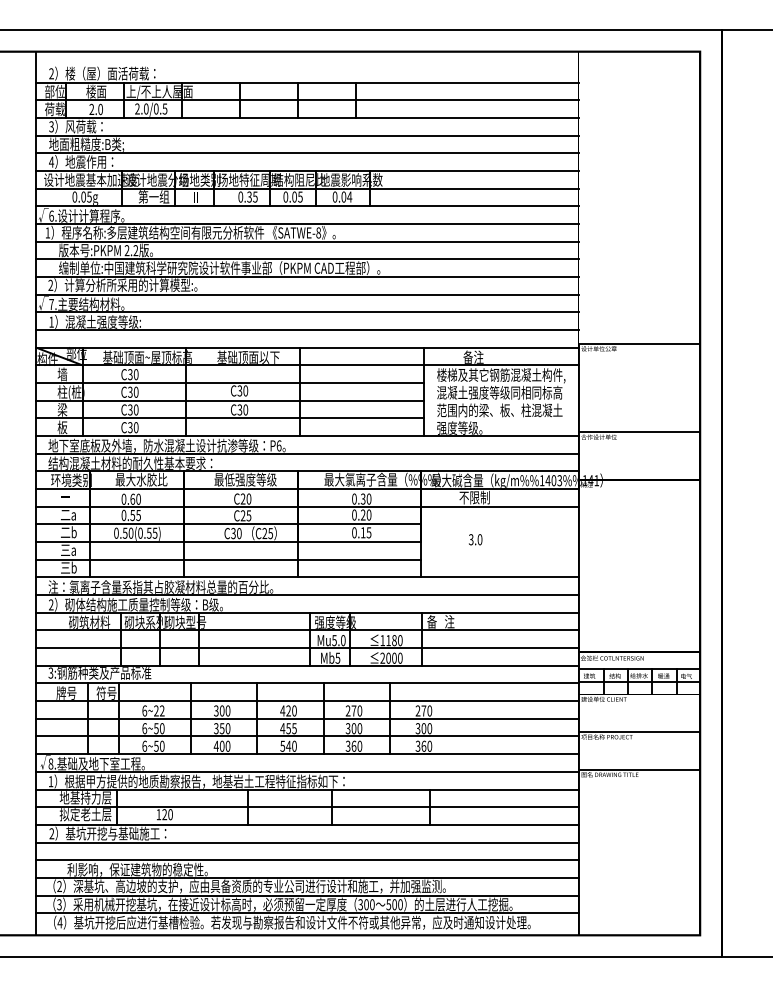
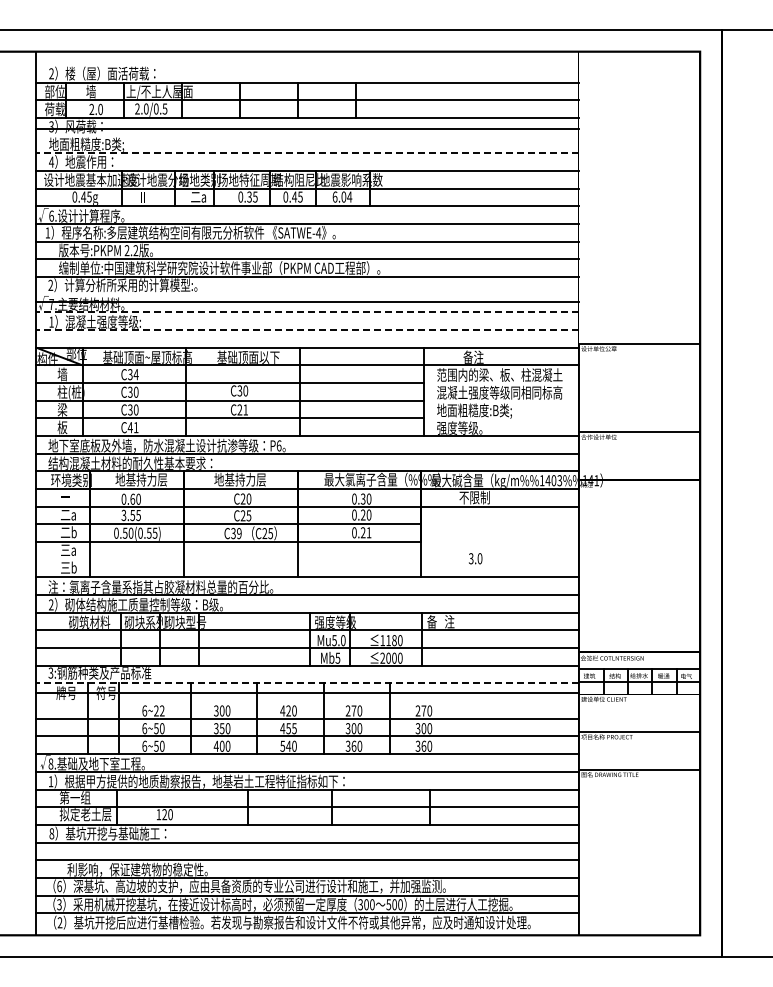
text at (96, 91): 楼面 -> 墙
line at (307, 135) position: (307, 135) -> (307, 128)
line at (306, 153): solid -> dashed
text at (83, 196): 0.05g -> 0.45g
text at (153, 196): 第一组 -> Ⅱ
text at (294, 196): 0.05 -> 0.45
text at (334, 196): 0.04 -> 6.04
text at (198, 197): Ⅱ -> 二a
text at (318, 232): SATWE-8 -> SATWE-4
line at (307, 294) position: (307, 294) -> (307, 301)
line at (306, 312): solid -> dashed
line at (306, 330): solid -> dashed
text at (135, 374): C30 -> C34
text at (501, 375): 楼梯及其它钢筋混凝土构件, -> 范围内的梁、板、柱混凝土
text at (242, 409): C30 -> C21
text at (499, 410): 范围内的梁、板、柱混凝土 -> 地面粗糙度:B类;
text at (132, 427): C30 -> C41
text at (141, 479): 最大水胶比 -> 地基持力层
text at (245, 479): 最低强度等级 -> 地基持力层
text at (123, 515): 0.55 -> 3.55
text at (365, 532): 0.15 -> 0.21
text at (239, 533): C30 -> C39
text at (475, 539) position: (475, 539) -> (475, 558)
line at (228, 559): present -> none
line at (306, 683): solid -> dashed
line at (307, 701) position: (307, 701) -> (307, 693)
text at (85, 797): 地基持力层 -> 第一组
text at (51, 833): 2 -> 8
text at (59, 886): 2 -> 6
text at (59, 922): 4 -> 2
